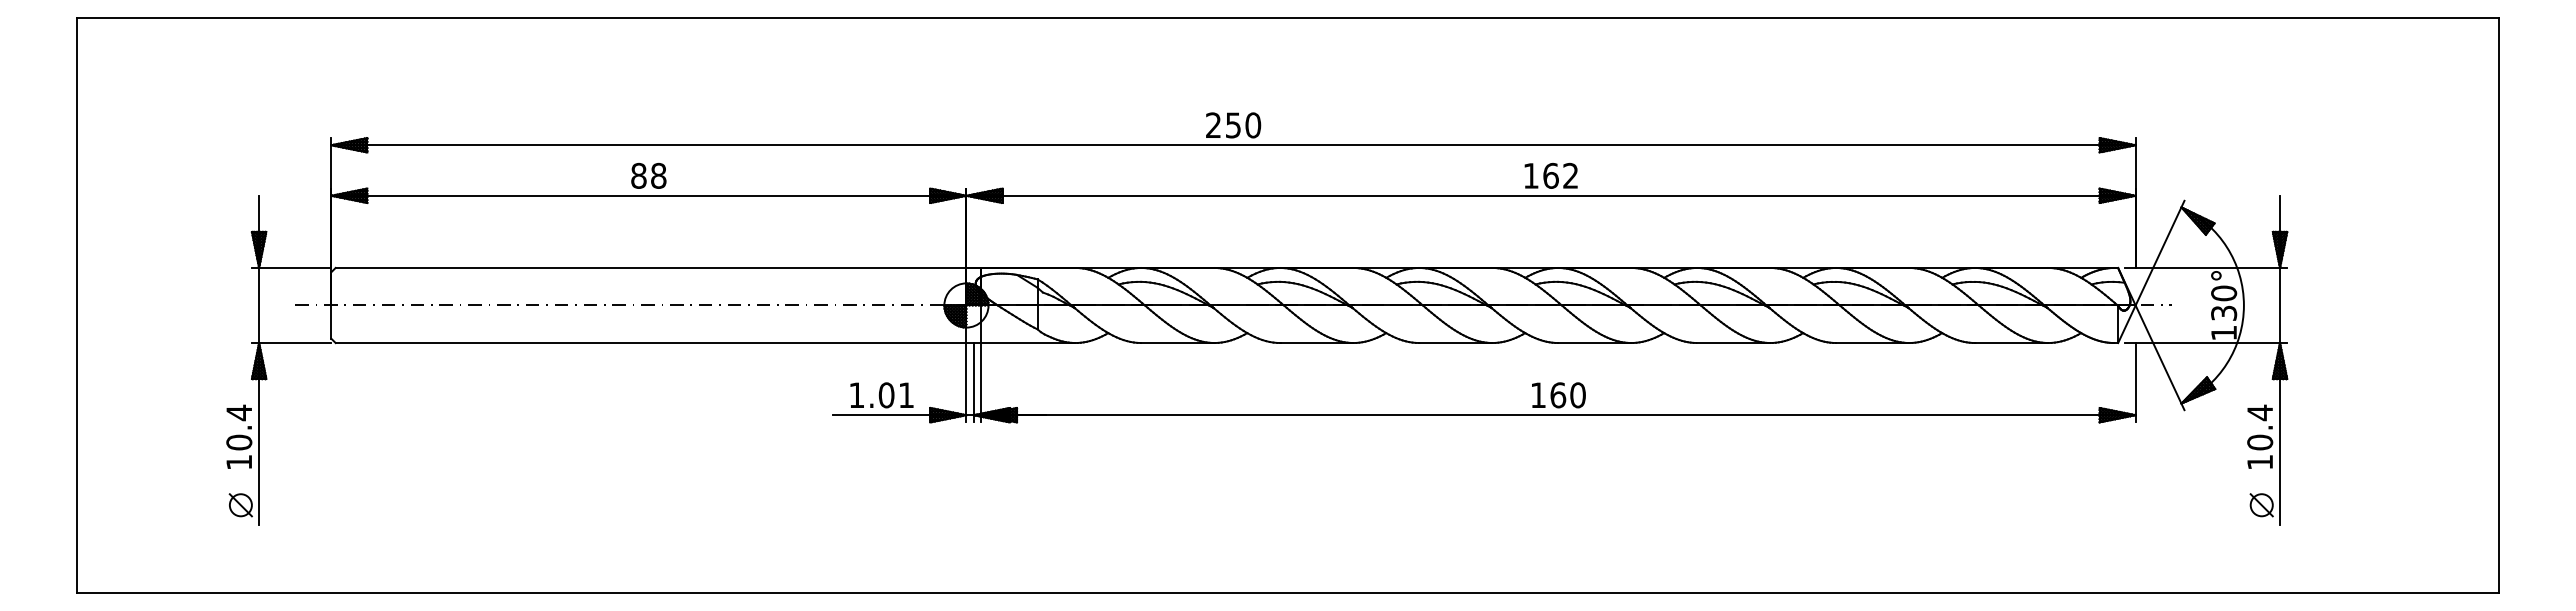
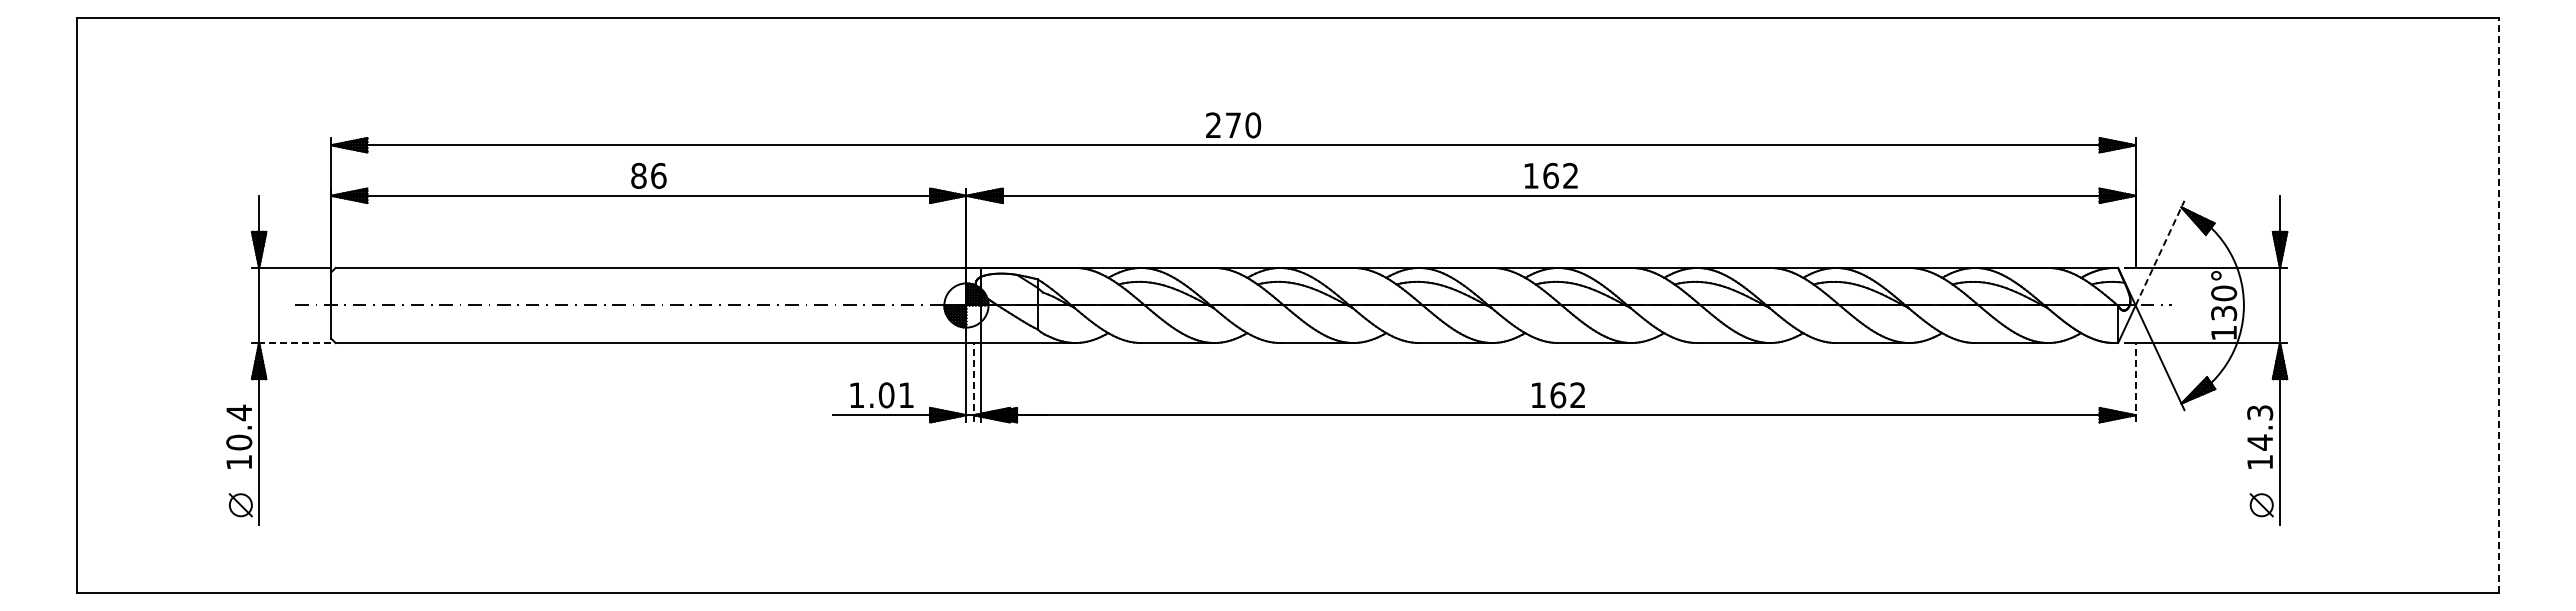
text at (1233, 125): 250 -> 270
text at (658, 175): 88 -> 86
line at (2160, 253): solid -> dashed
line at (2498, 305): solid -> dashed
line at (294, 343): solid -> dashed
line at (973, 382): solid -> dashed
line at (2135, 382): solid -> dashed
text at (1577, 395): 160 -> 162
text at (2260, 427): 10.4 -> 14.3
